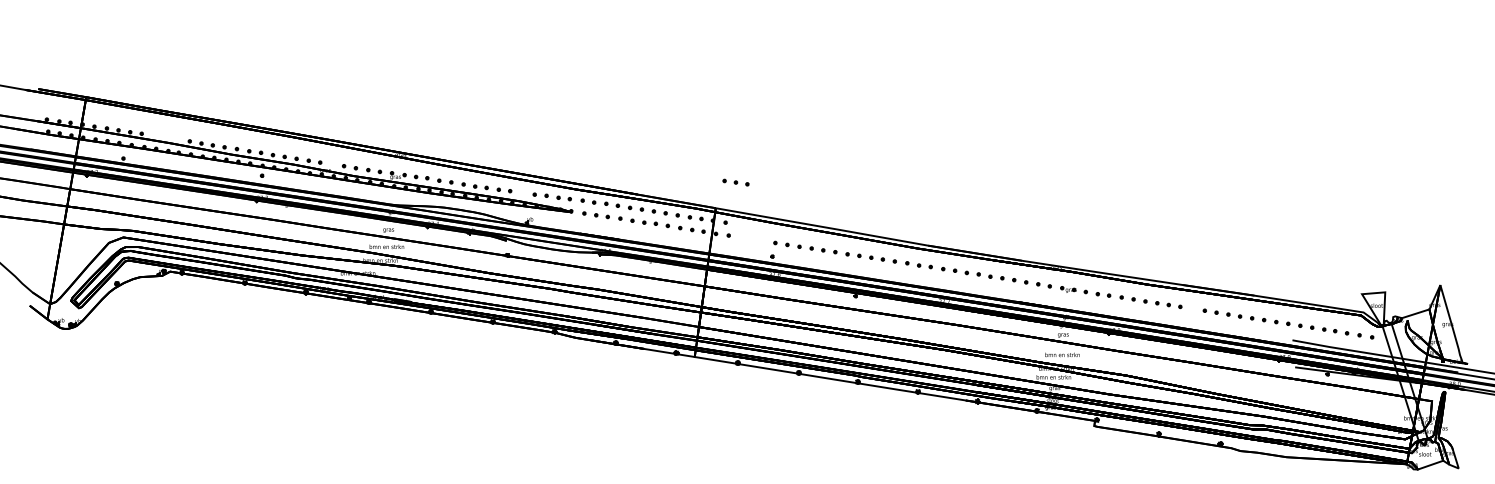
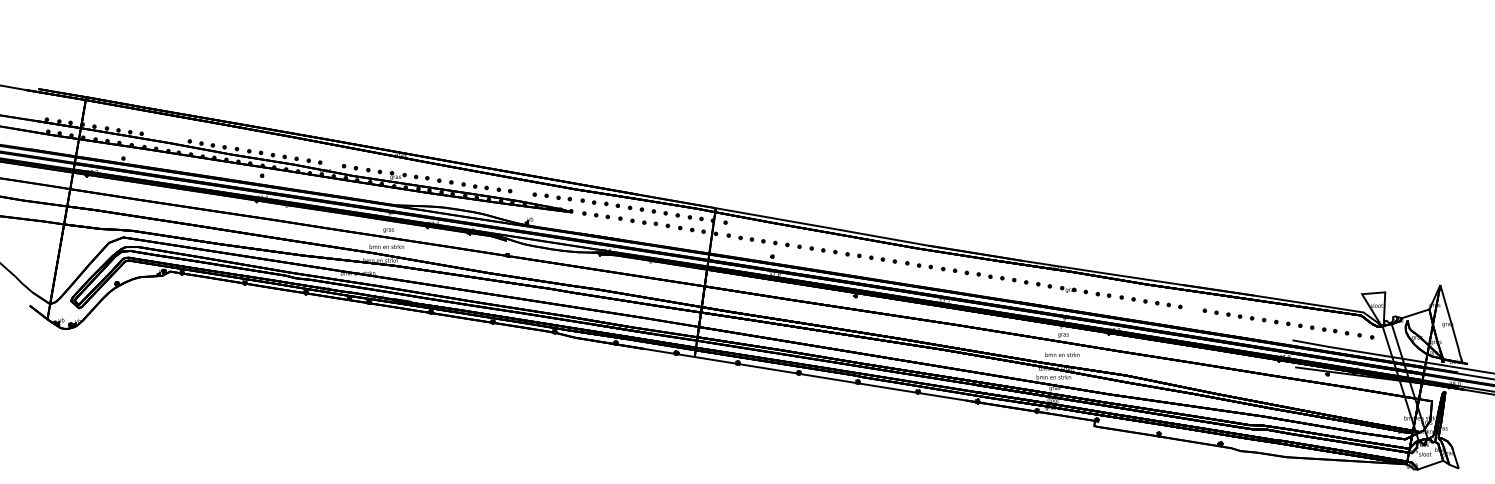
part at (735, 182) position: (735, 182) -> (751, 239)
